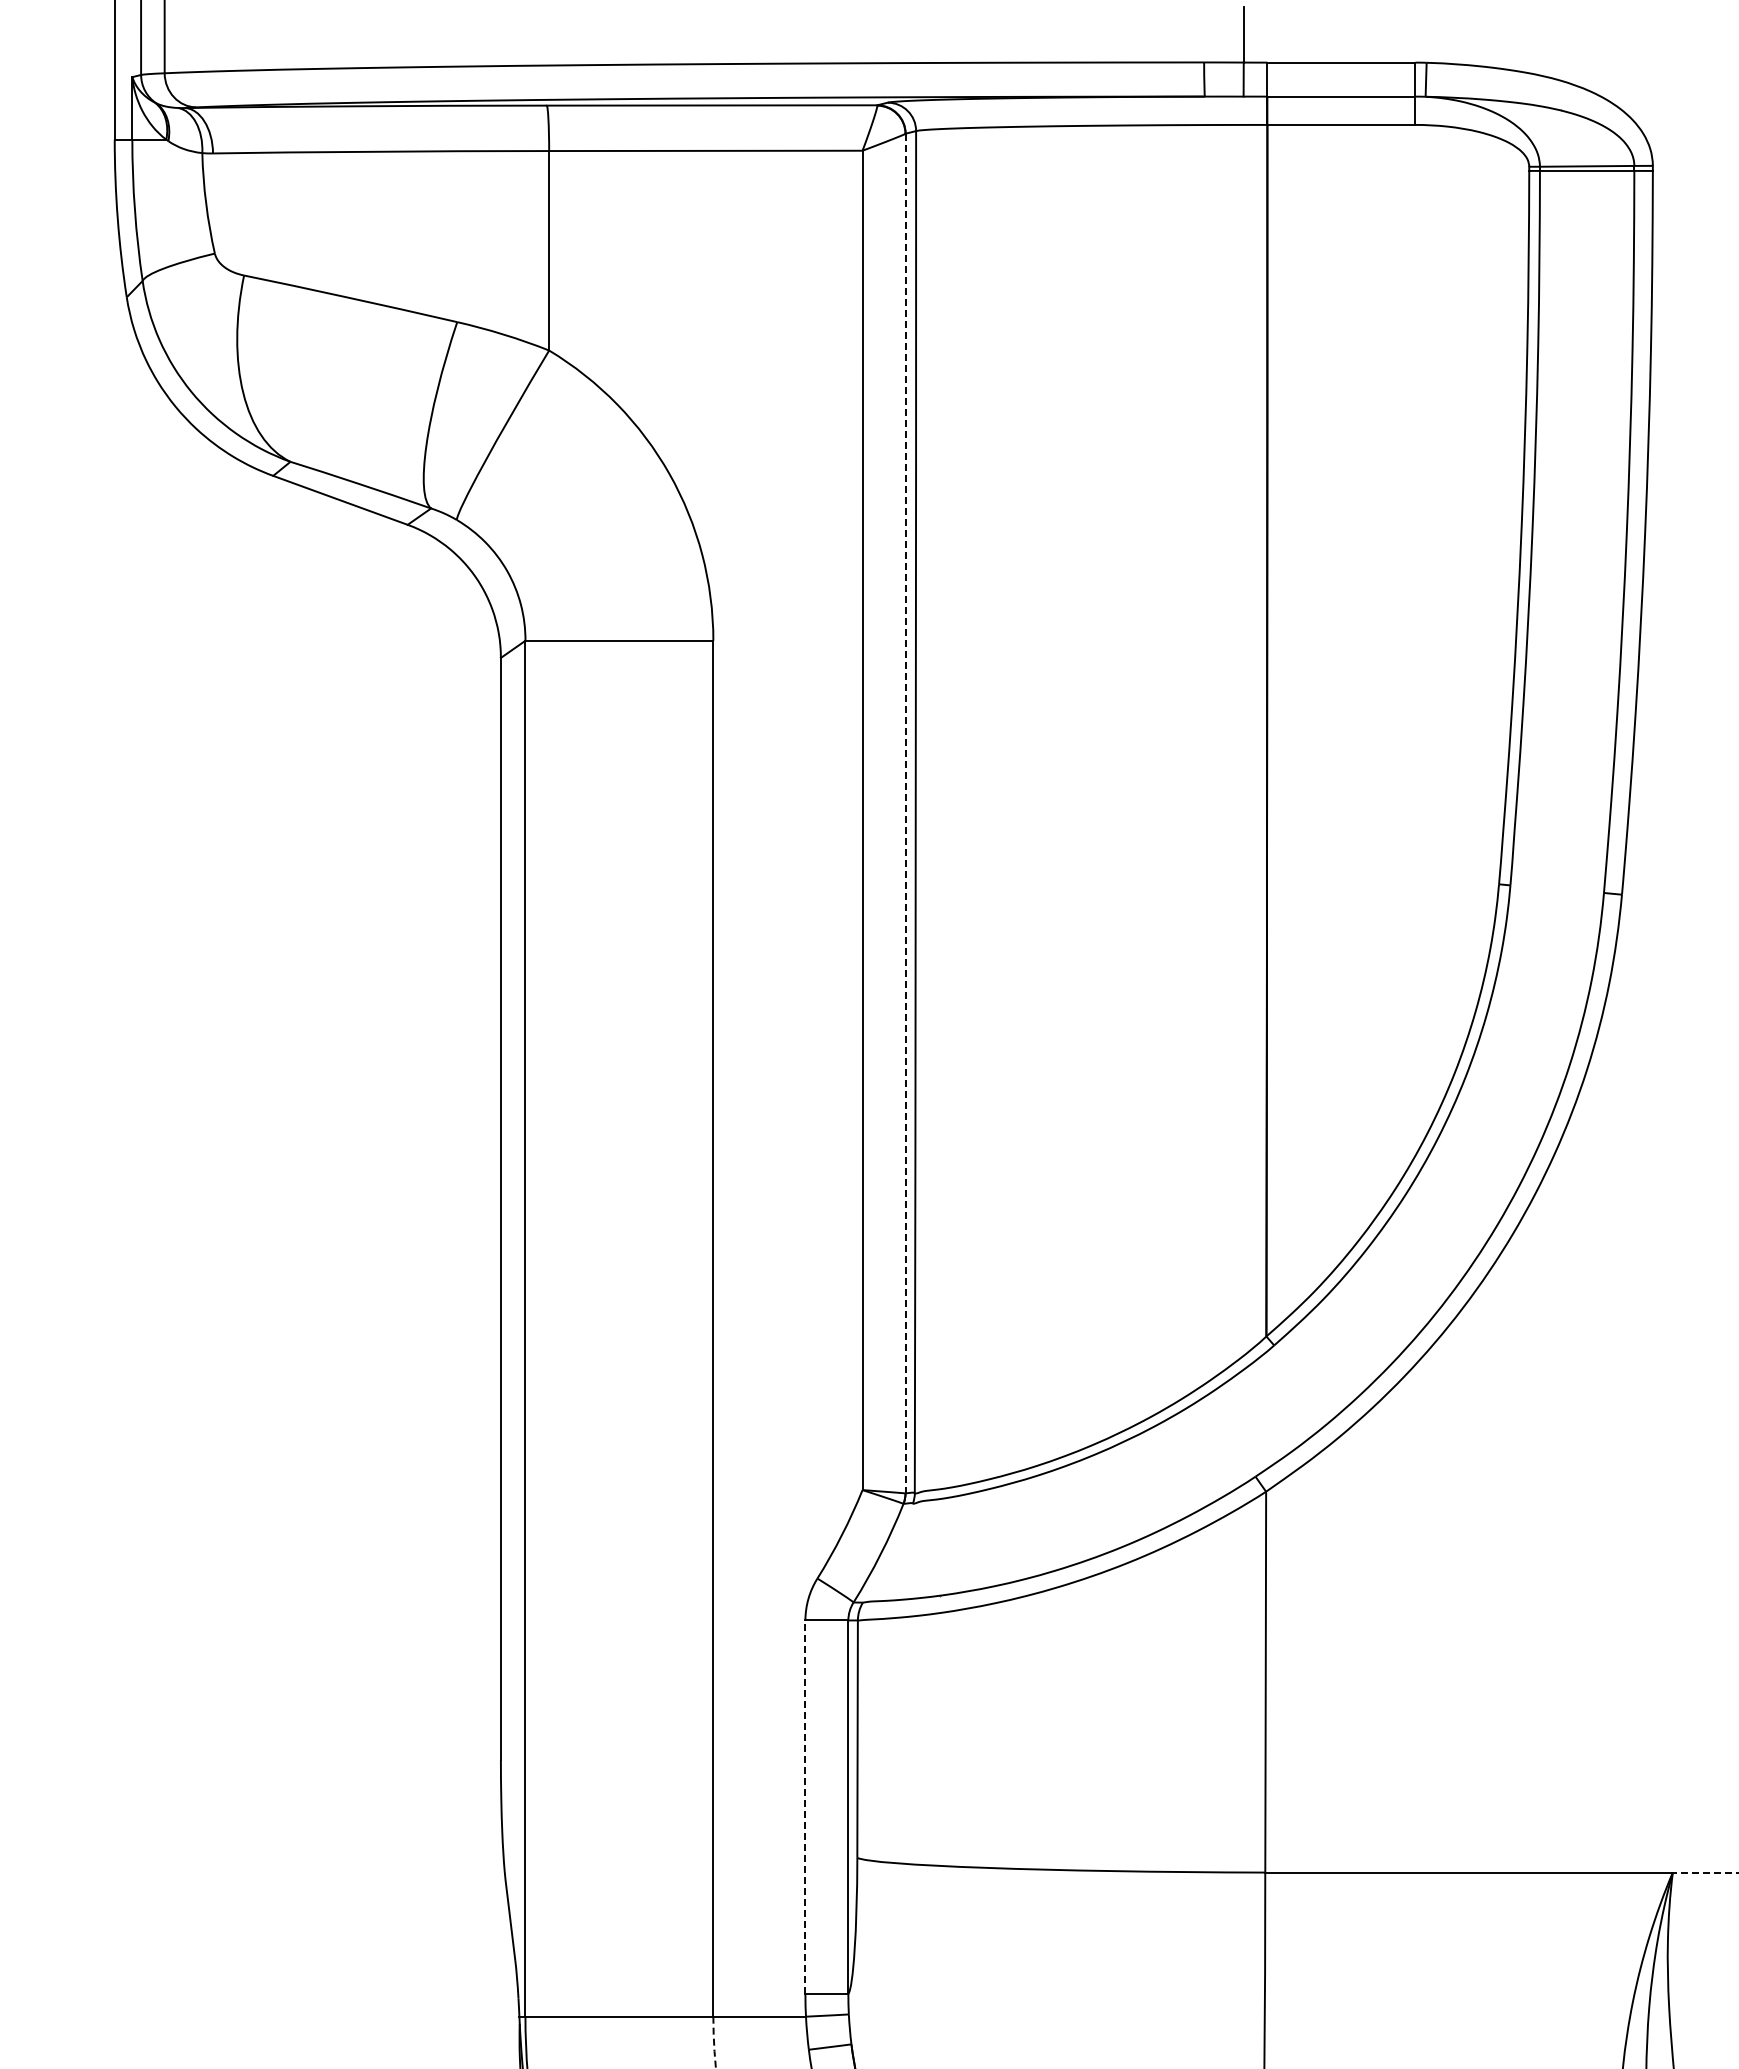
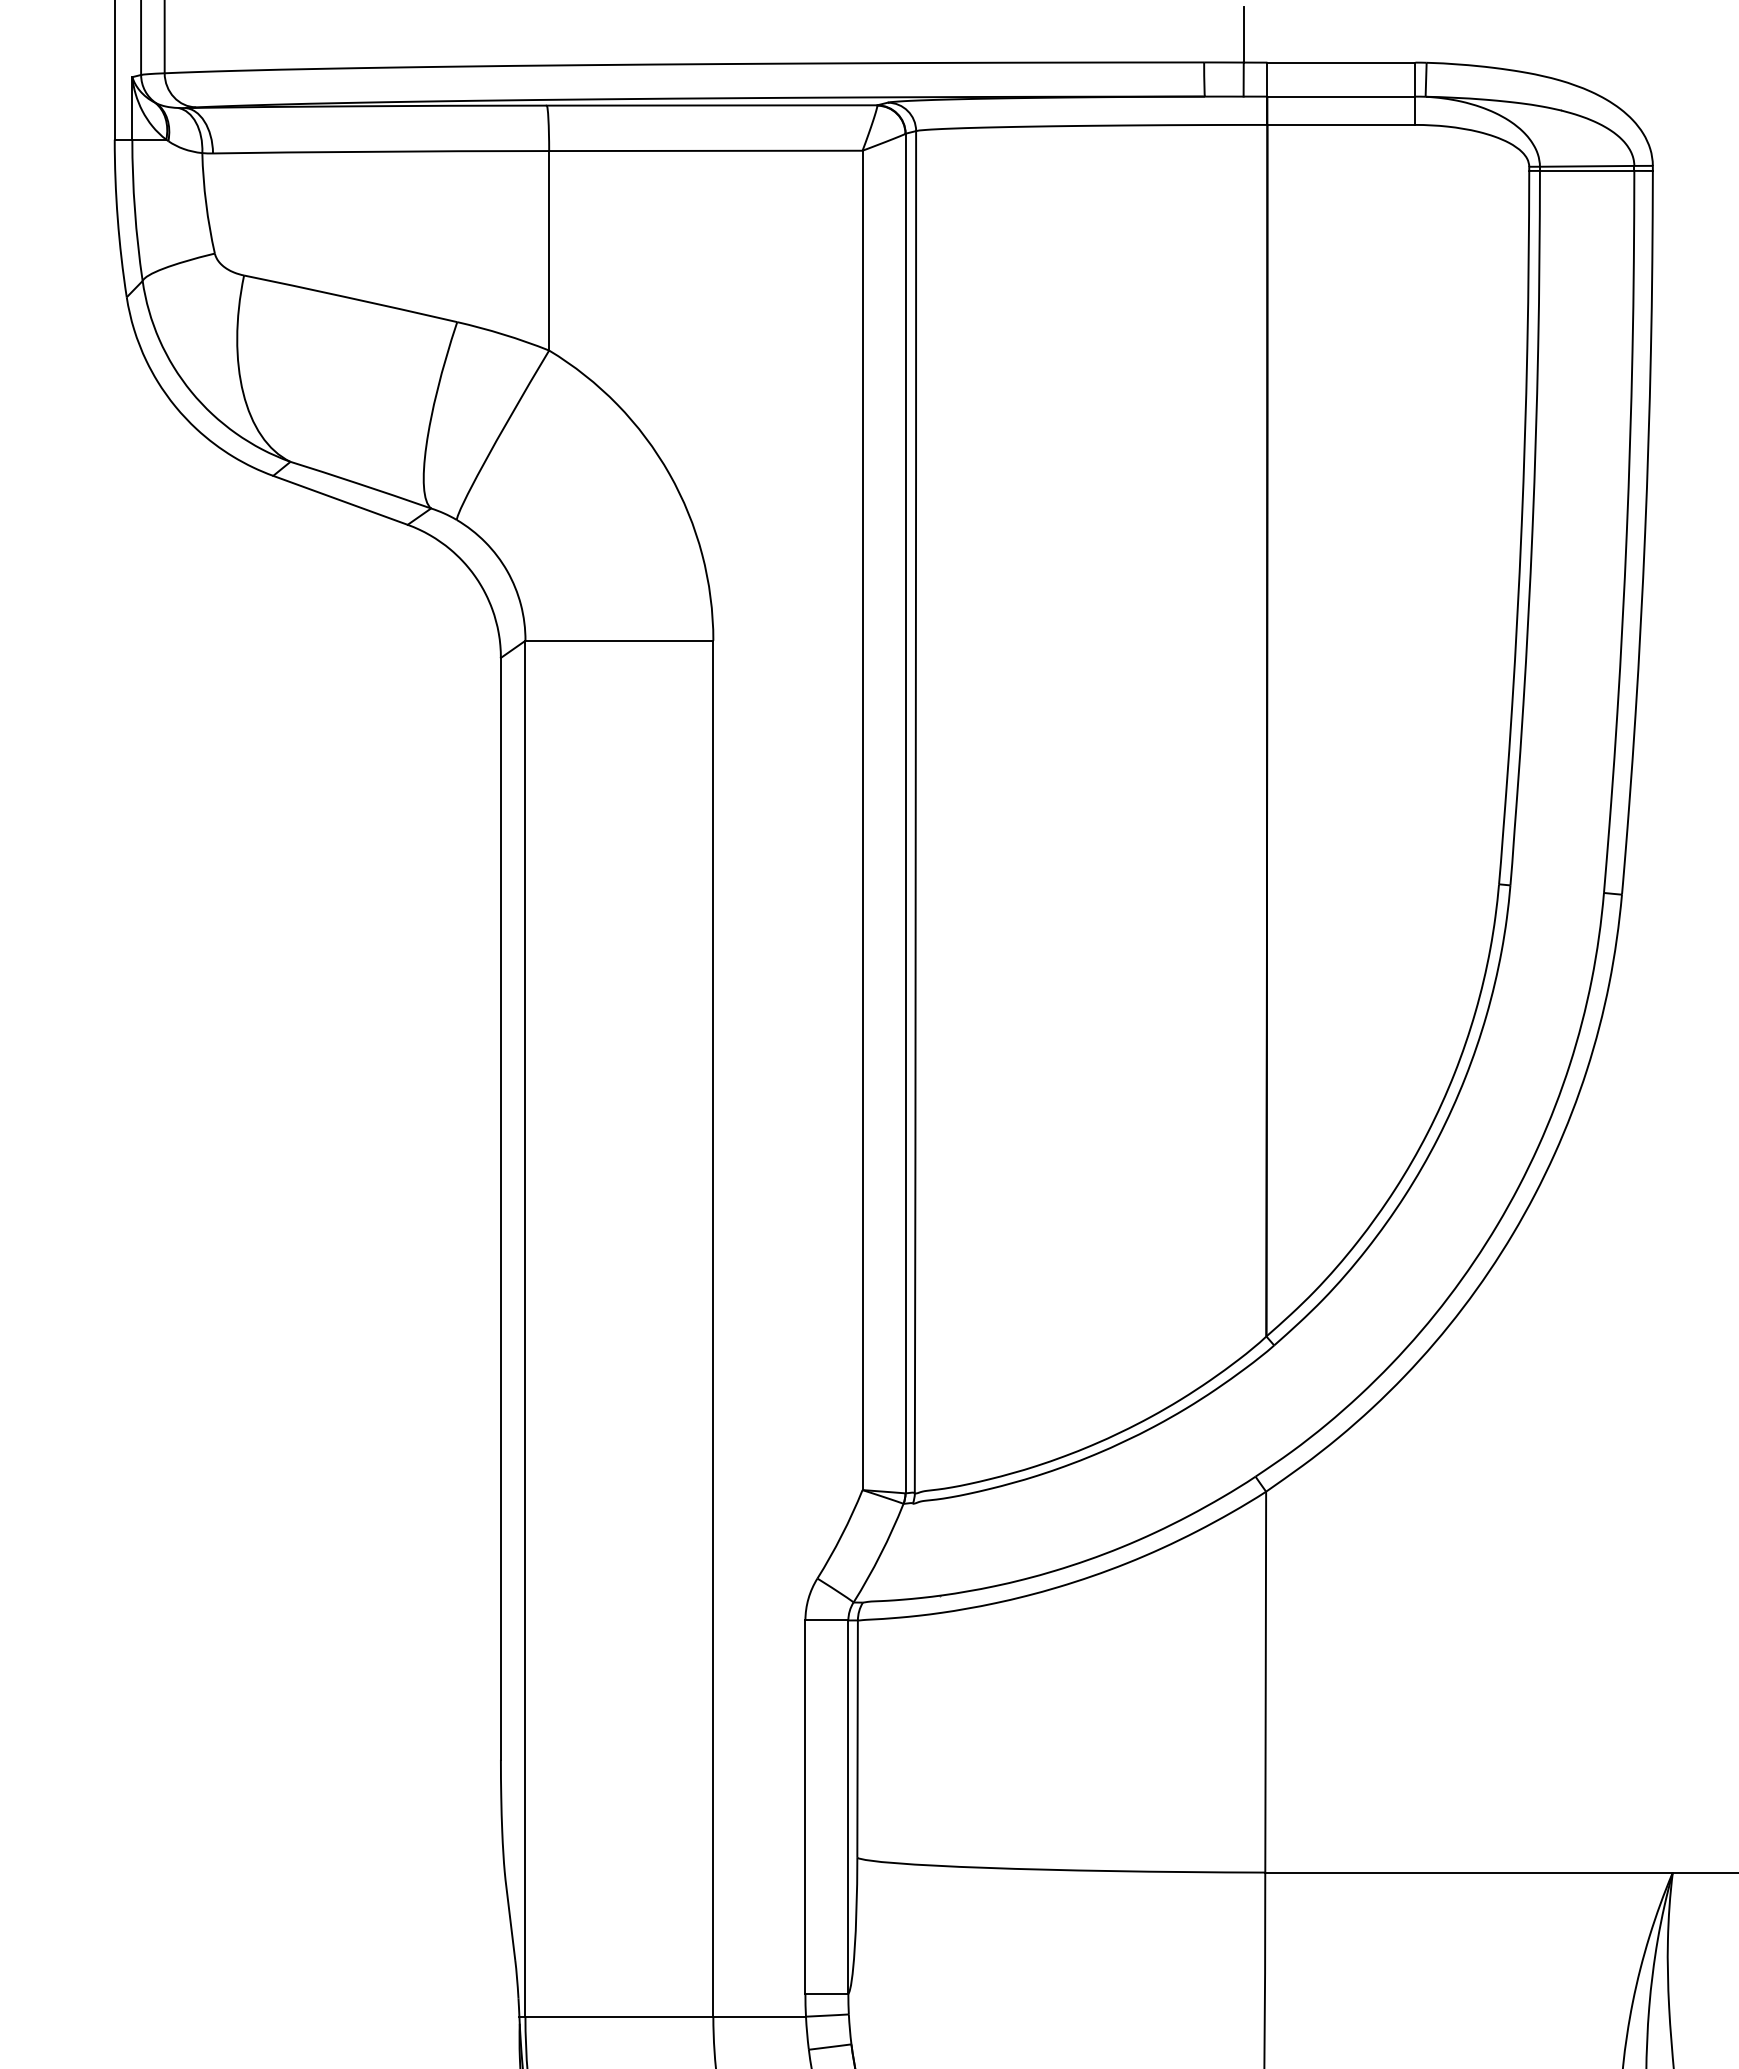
line at (905, 813): dashed -> solid
line at (805, 1807): dashed -> solid
line at (1705, 1872): dashed -> solid
arc at (714, 2043): dashed -> solid
